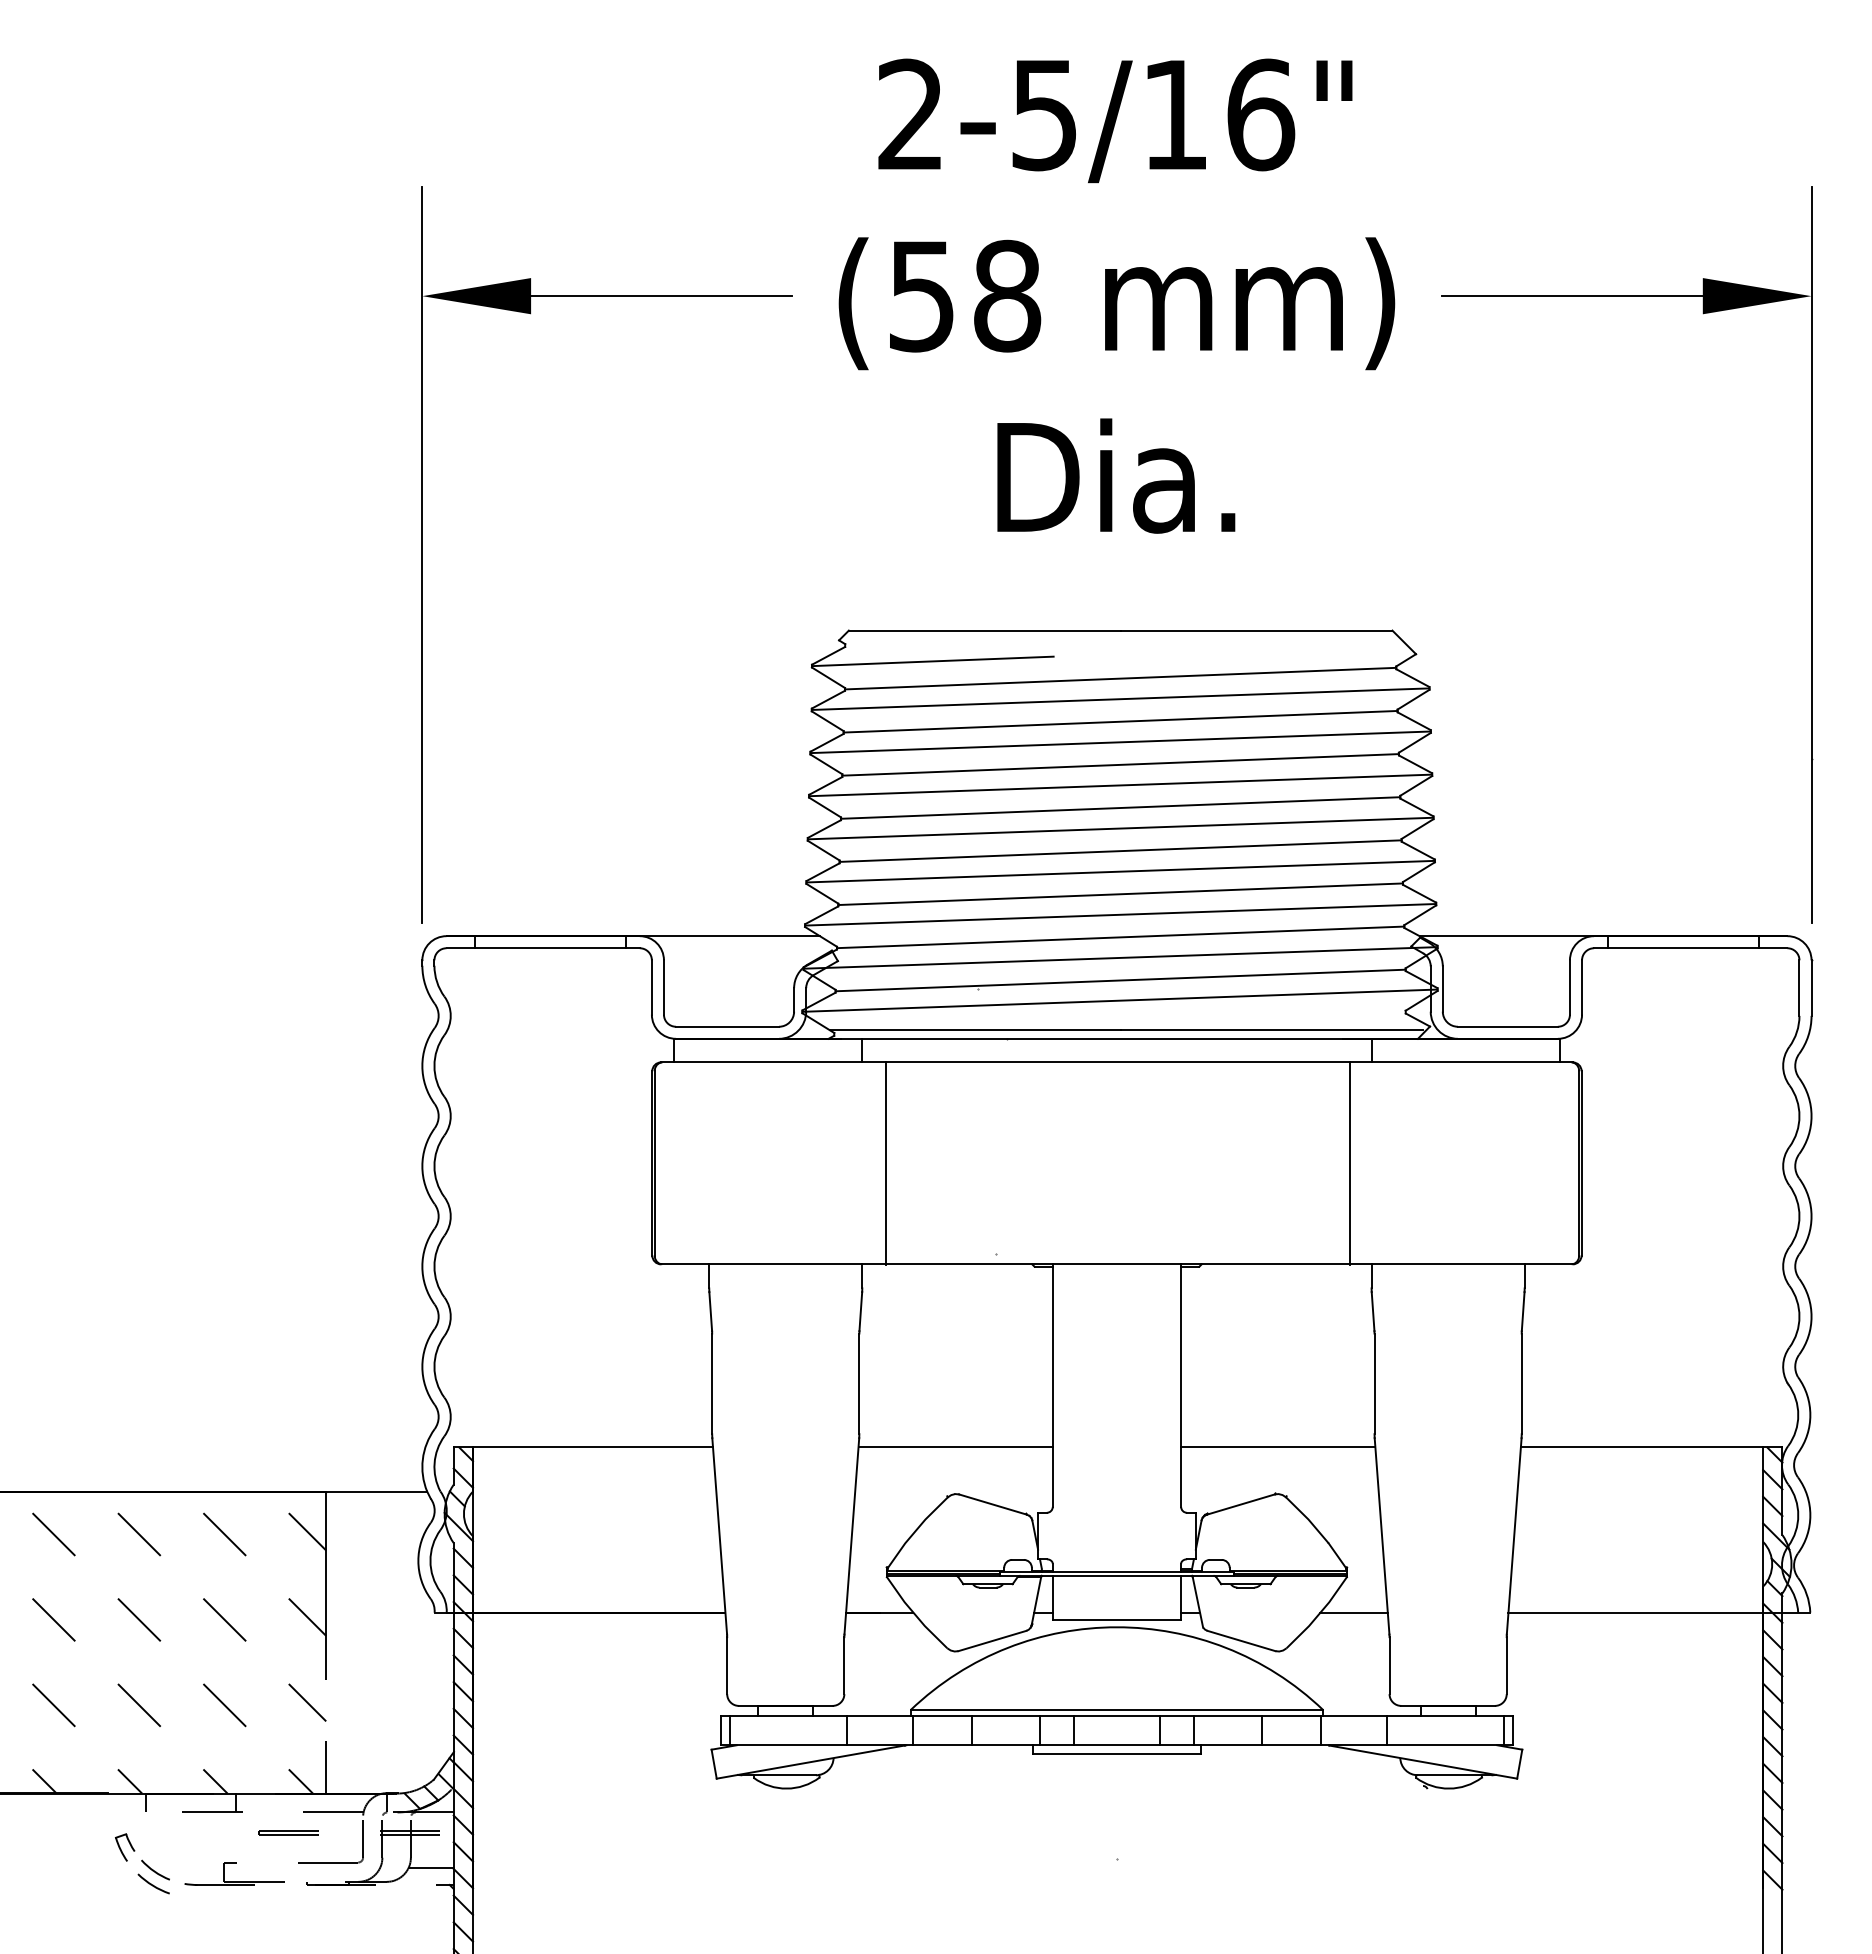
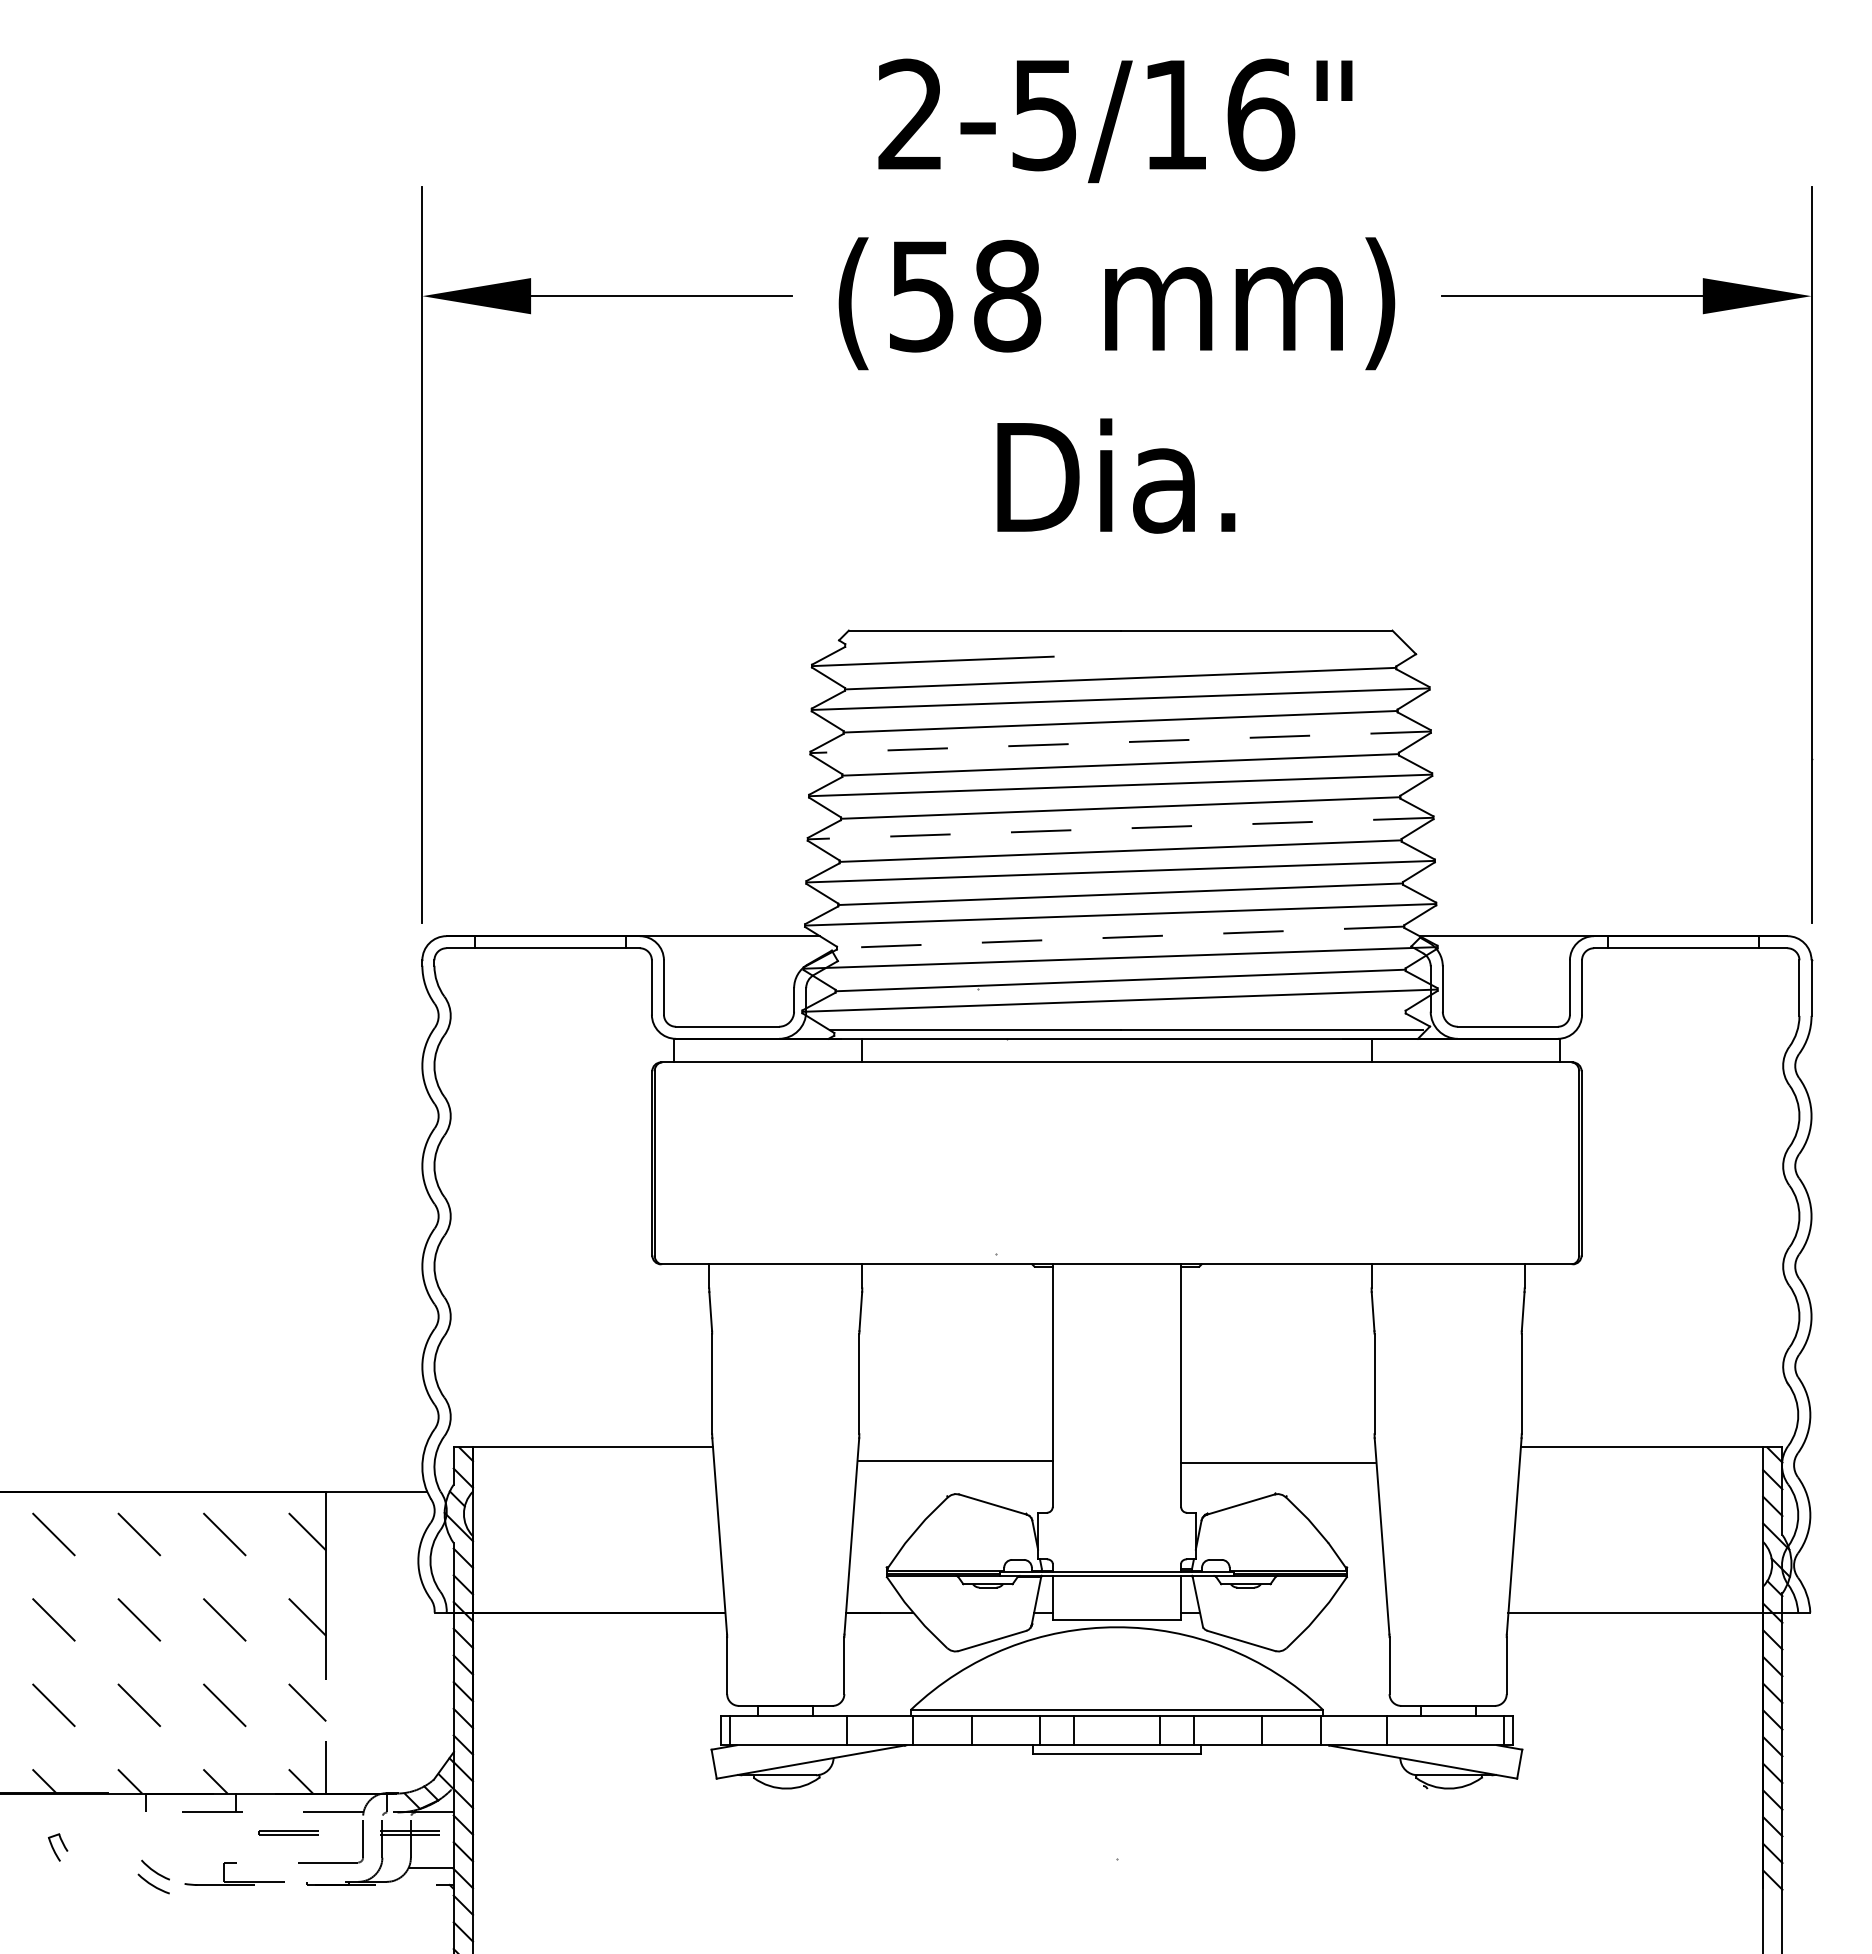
line at (1120, 742): solid -> dashed
line at (1120, 828): solid -> dashed
line at (1120, 937): solid -> dashed
line at (885, 1163): present -> none
line at (1349, 1163): present -> none
line at (955, 1447) position: (955, 1447) -> (955, 1461)
line at (1278, 1447) position: (1278, 1447) -> (1278, 1463)
line at (1353, 1612): present -> none
part at (125, 1847) position: (125, 1847) -> (58, 1847)
